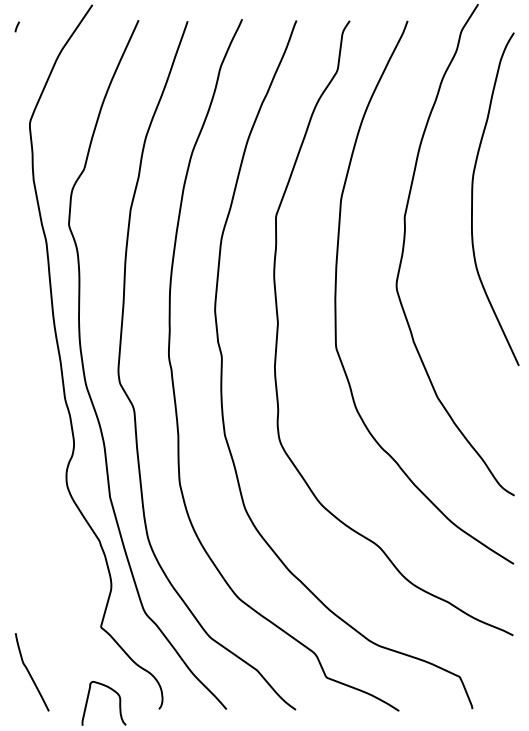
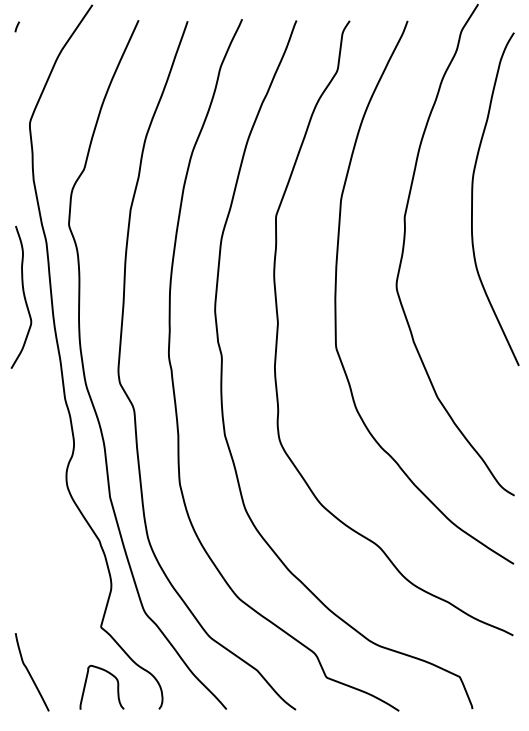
curve at (23, 296): none -> present
curve at (111, 690) position: (111, 690) -> (109, 674)
